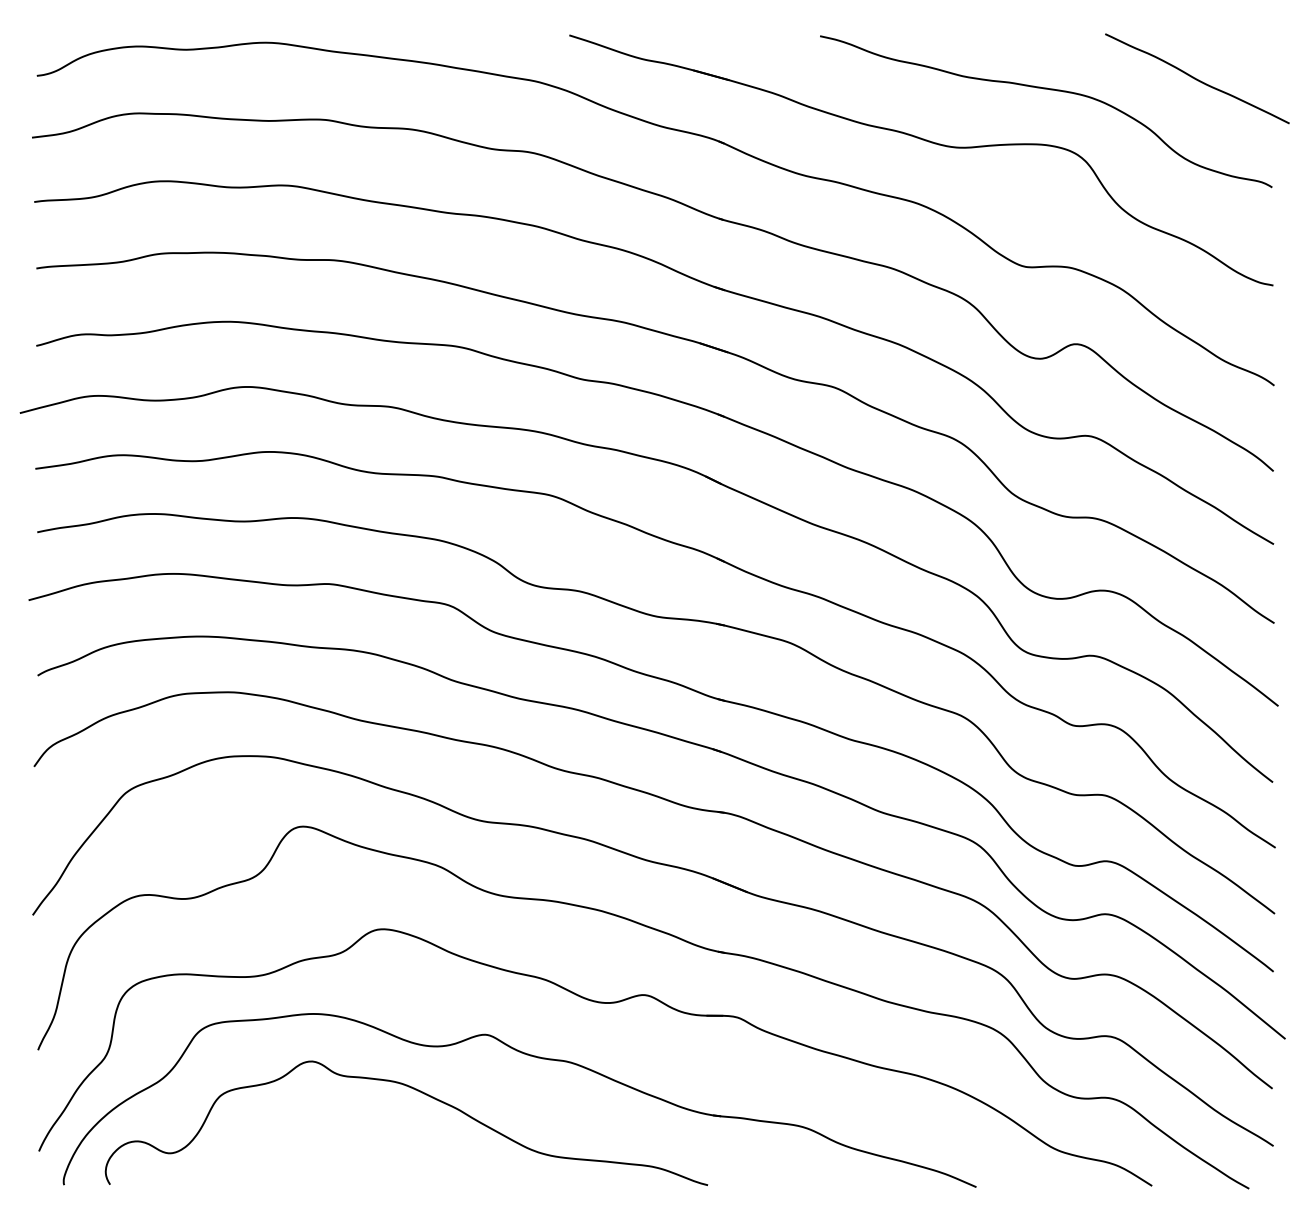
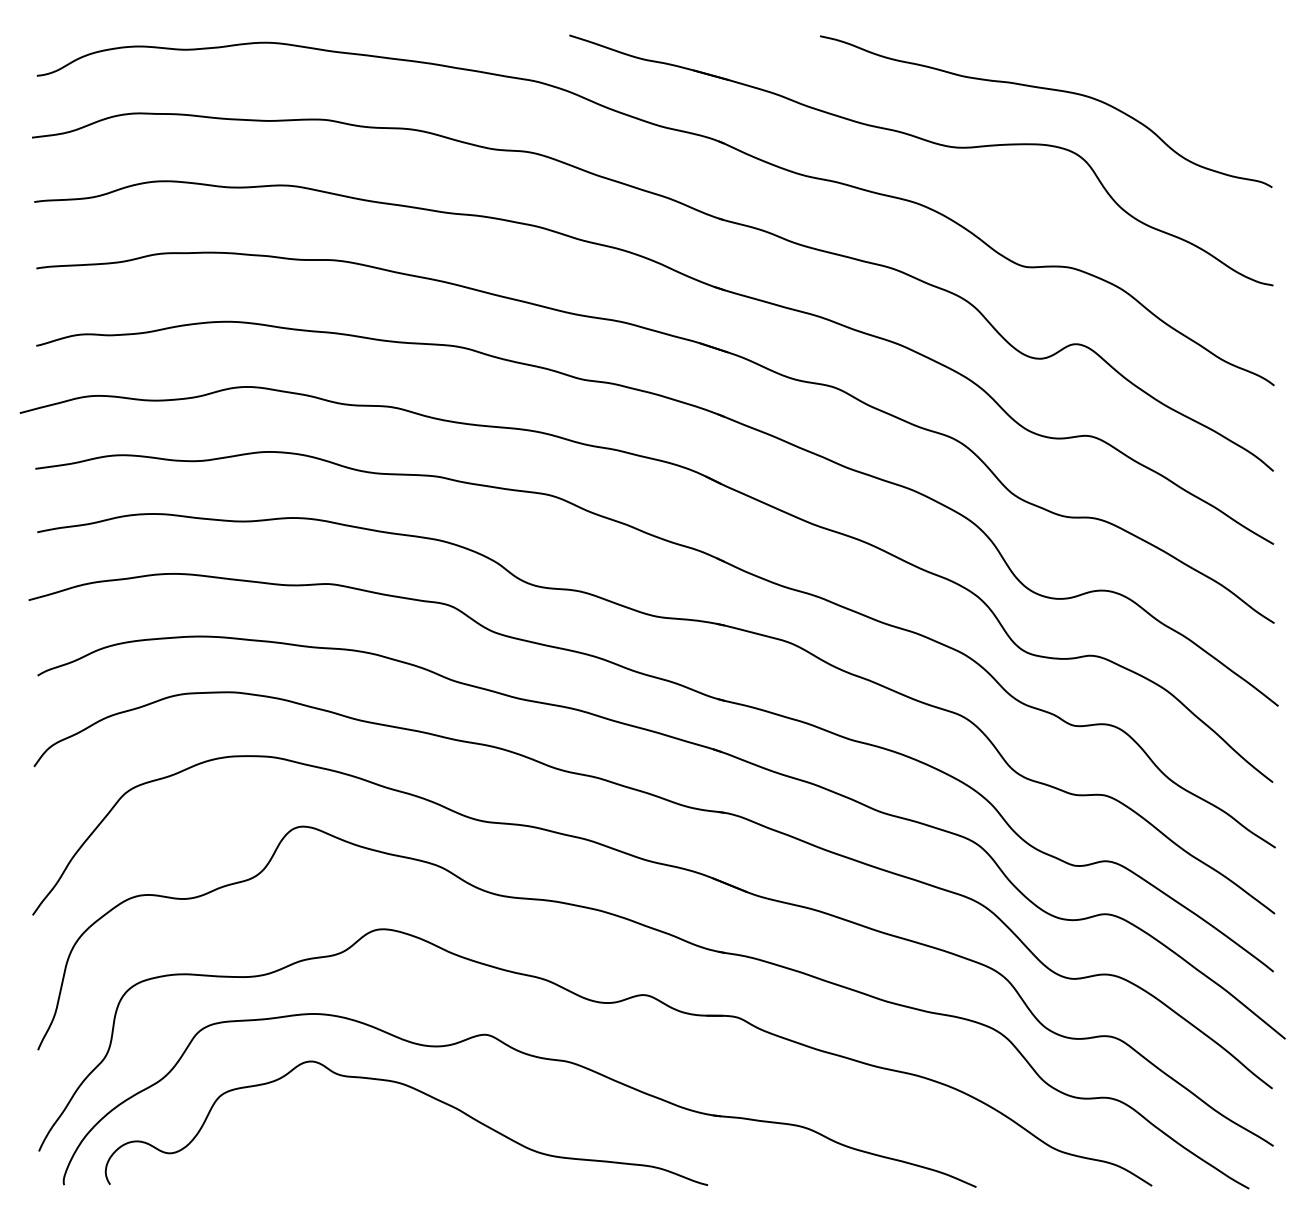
curve at (1197, 78): present -> none
